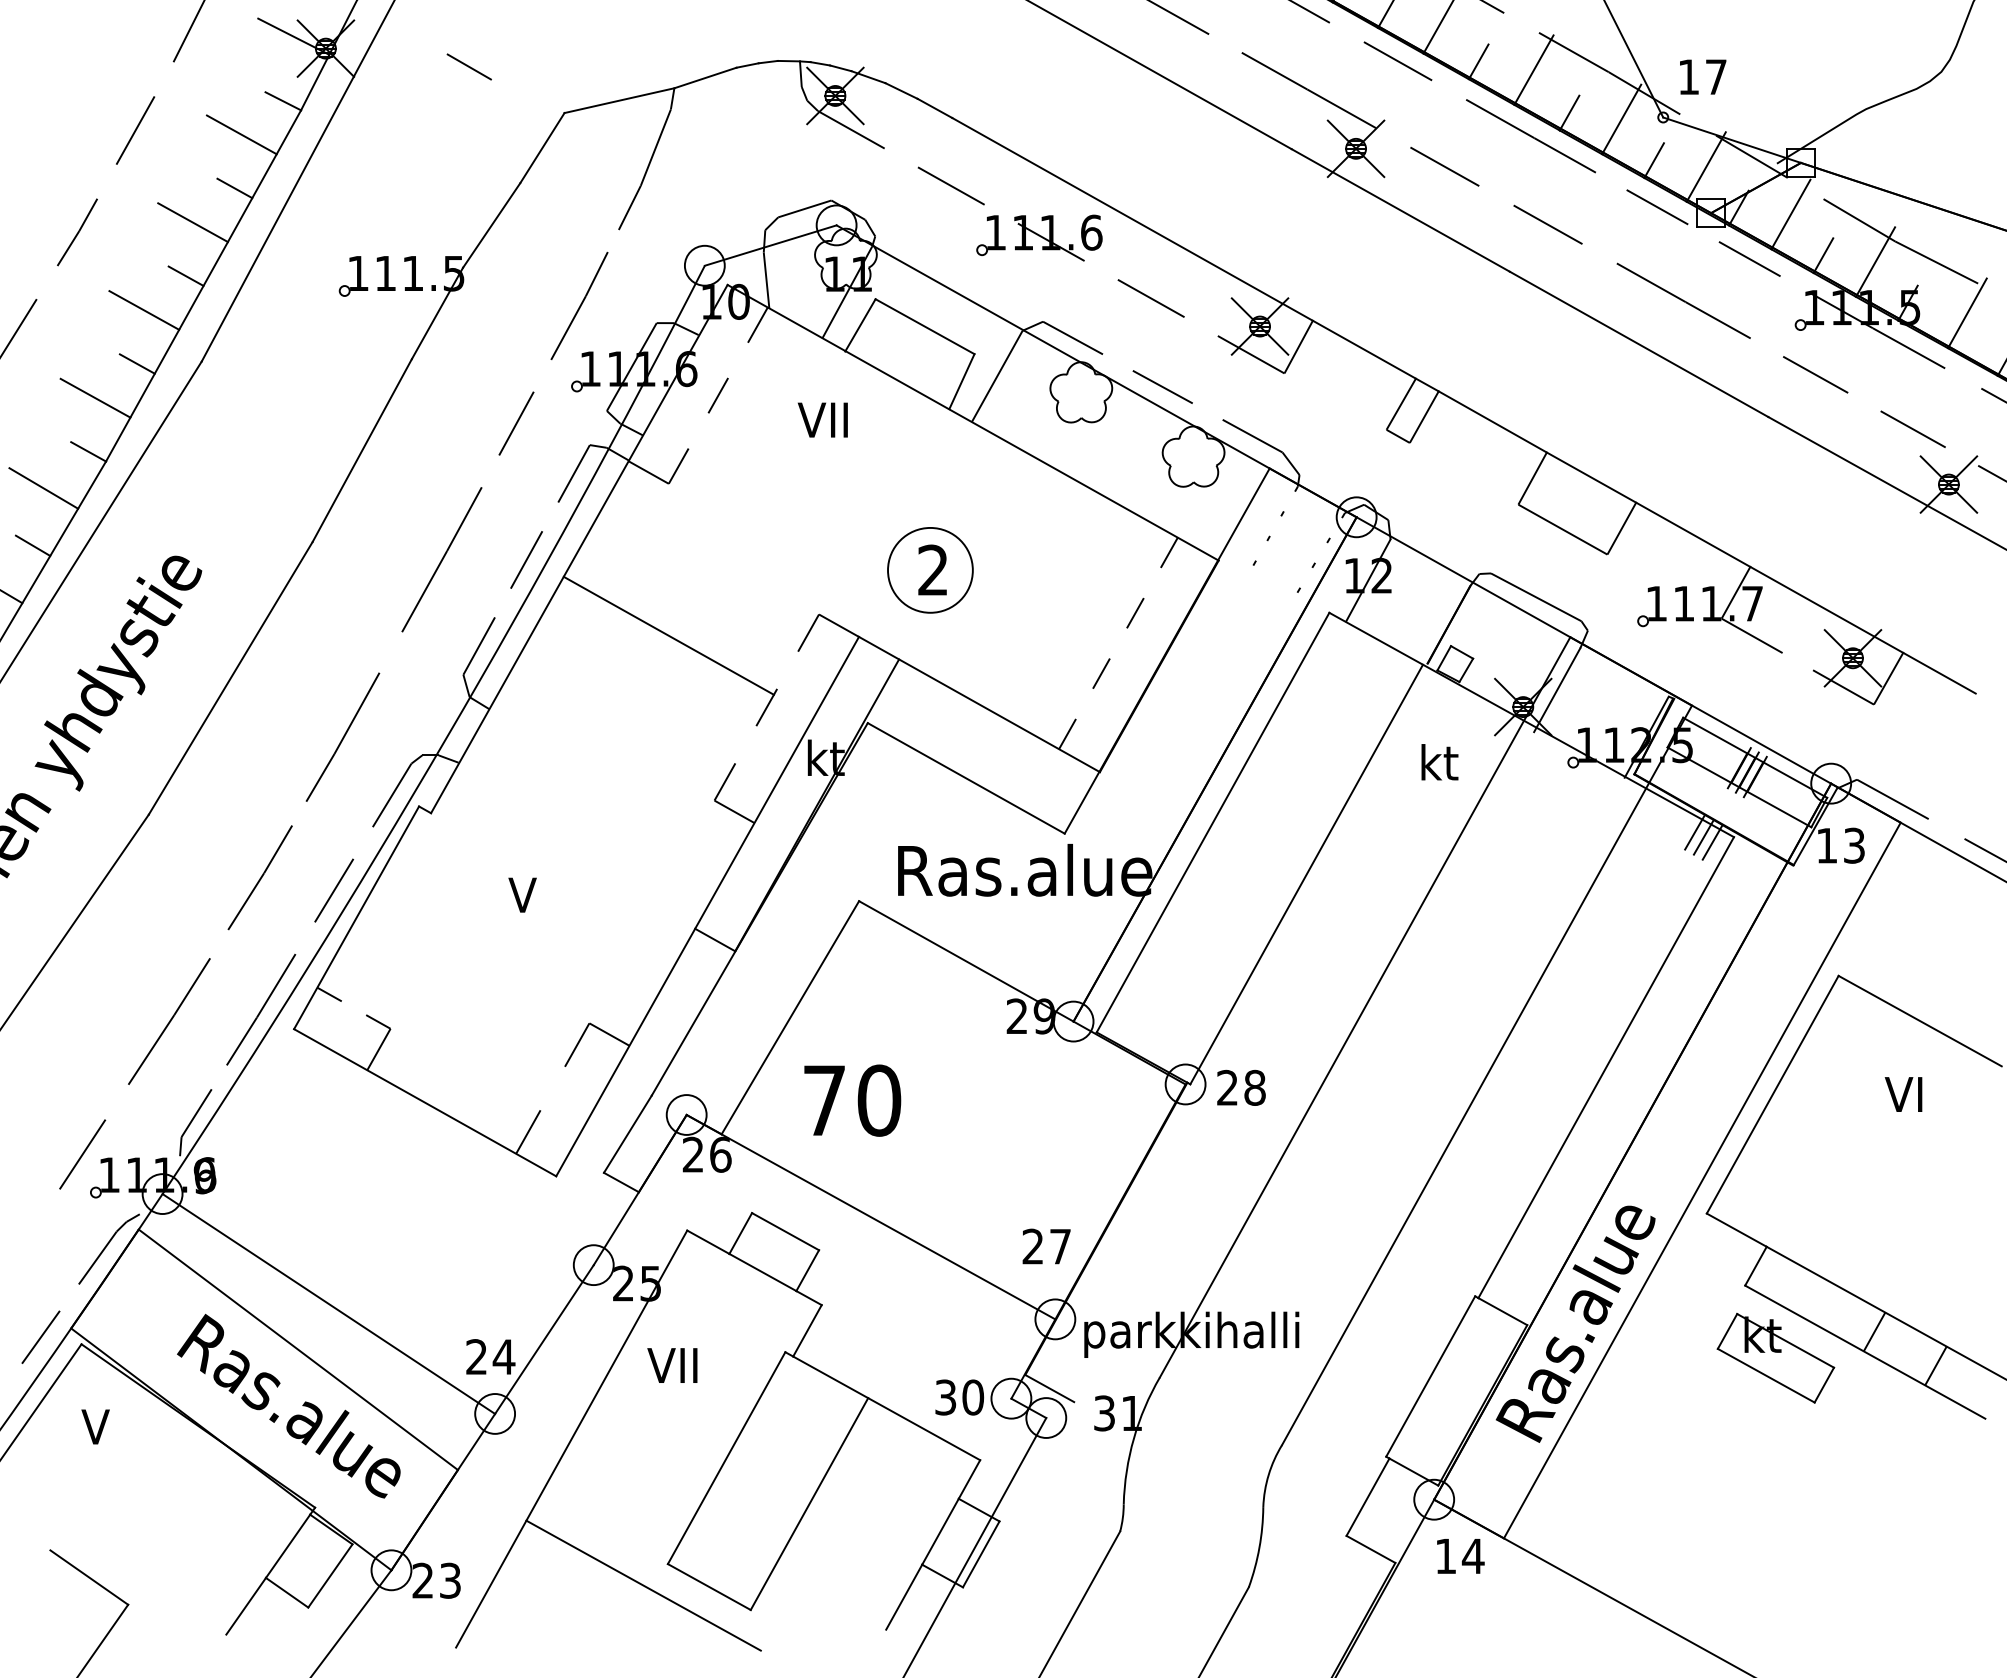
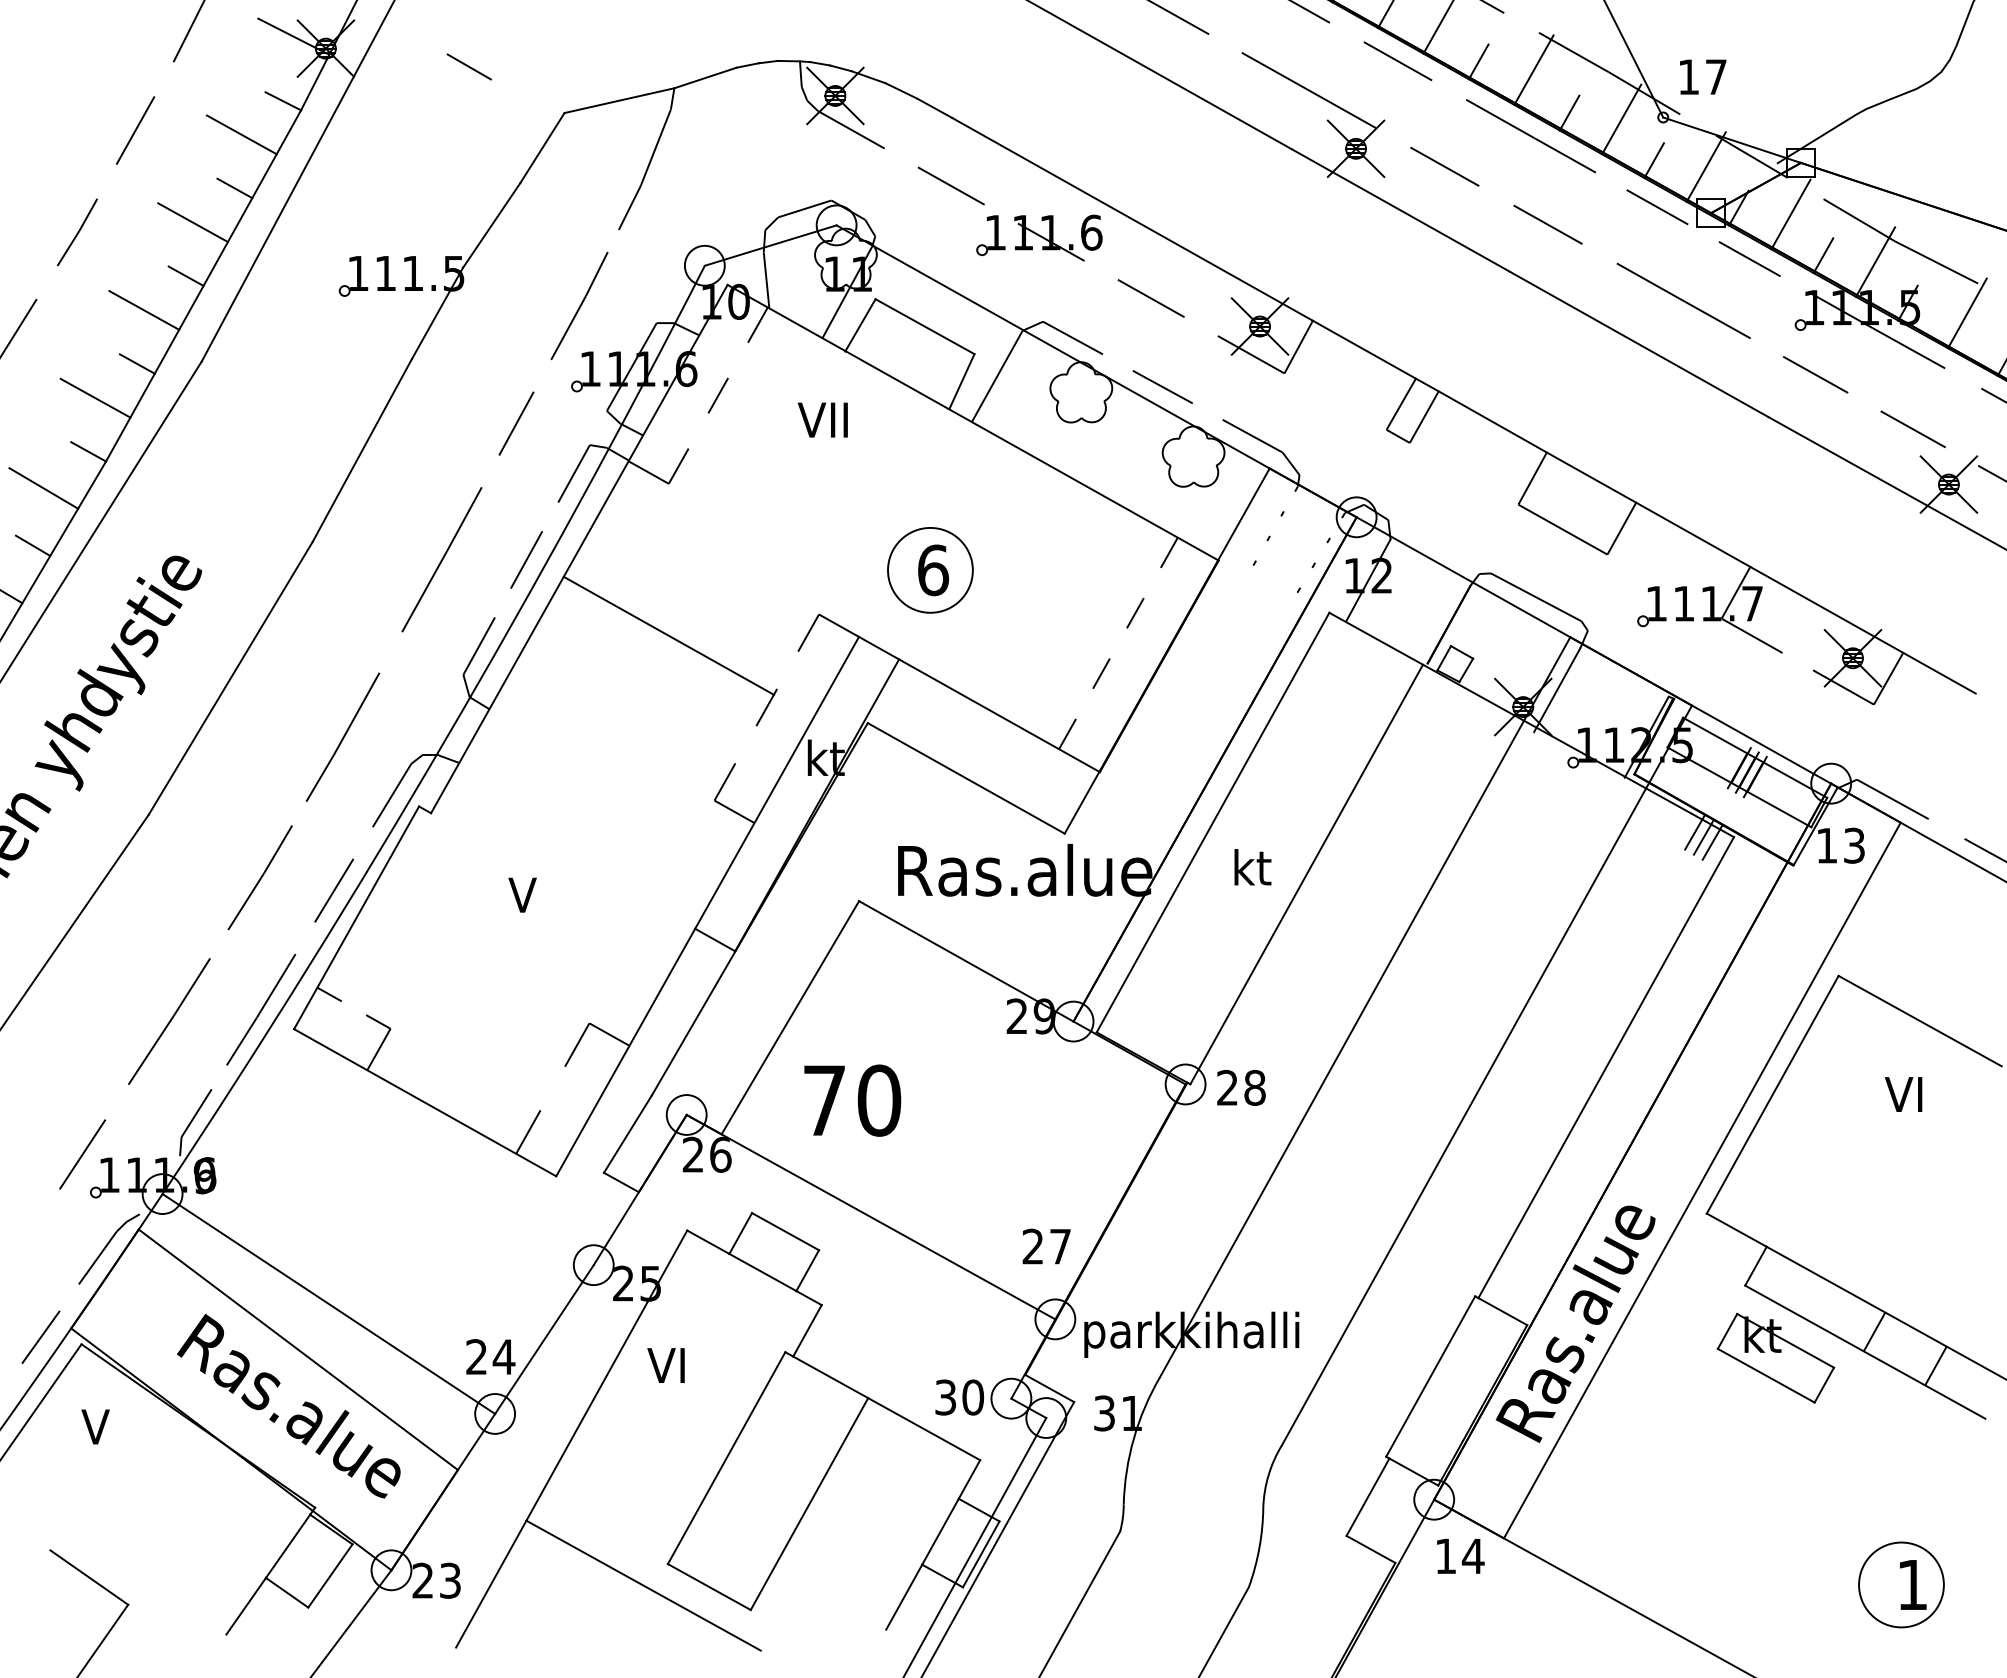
text at (933, 570): 2 -> 6
text at (1439, 762) position: (1439, 762) -> (1252, 867)
text at (695, 1365): VII -> VI
line at (998, 1538): none -> present
part at (1901, 1584): none -> present
